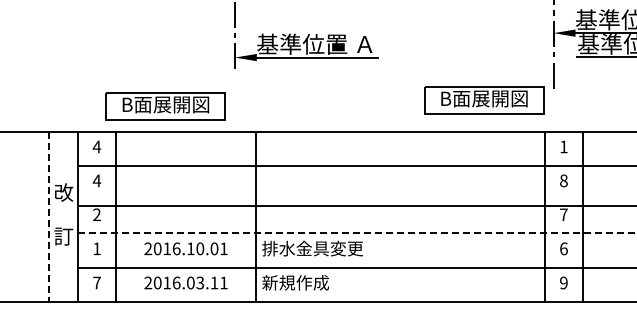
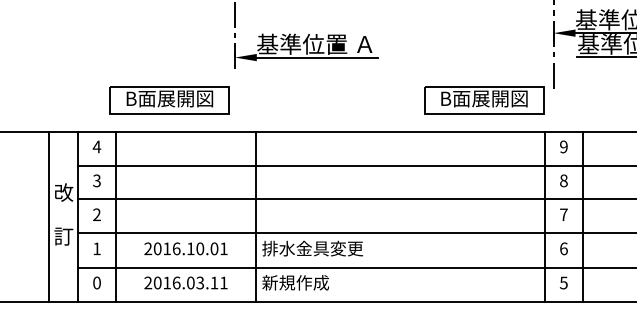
part at (165, 106) position: (165, 106) -> (169, 100)
text at (563, 146): 1 -> 9
text at (96, 180): 4 -> 3
line at (355, 206) position: (355, 206) -> (355, 199)
line at (49, 217): dashed -> solid
line at (357, 233): dashed -> solid
text at (96, 282): 7 -> 0
text at (563, 282): 9 -> 5
